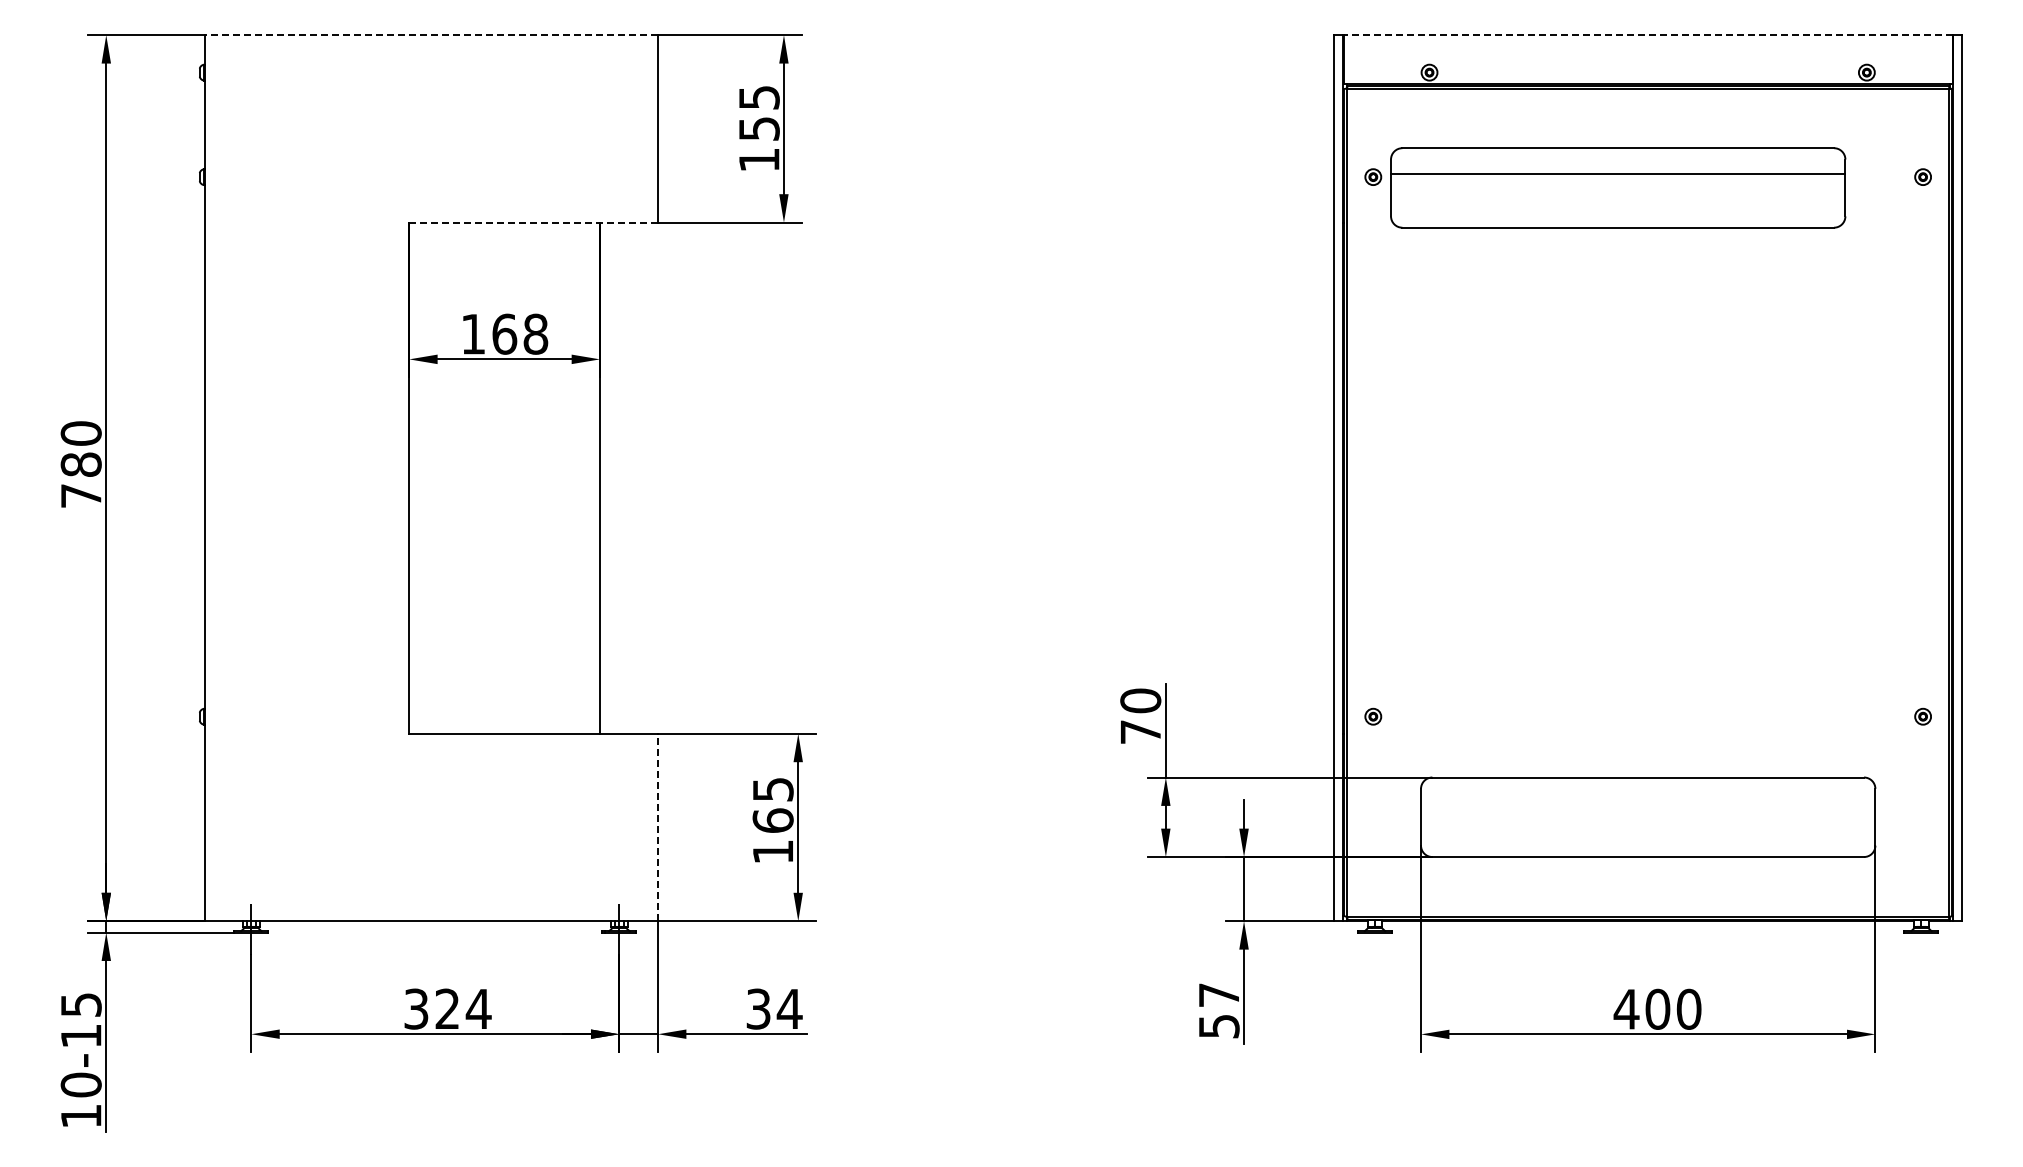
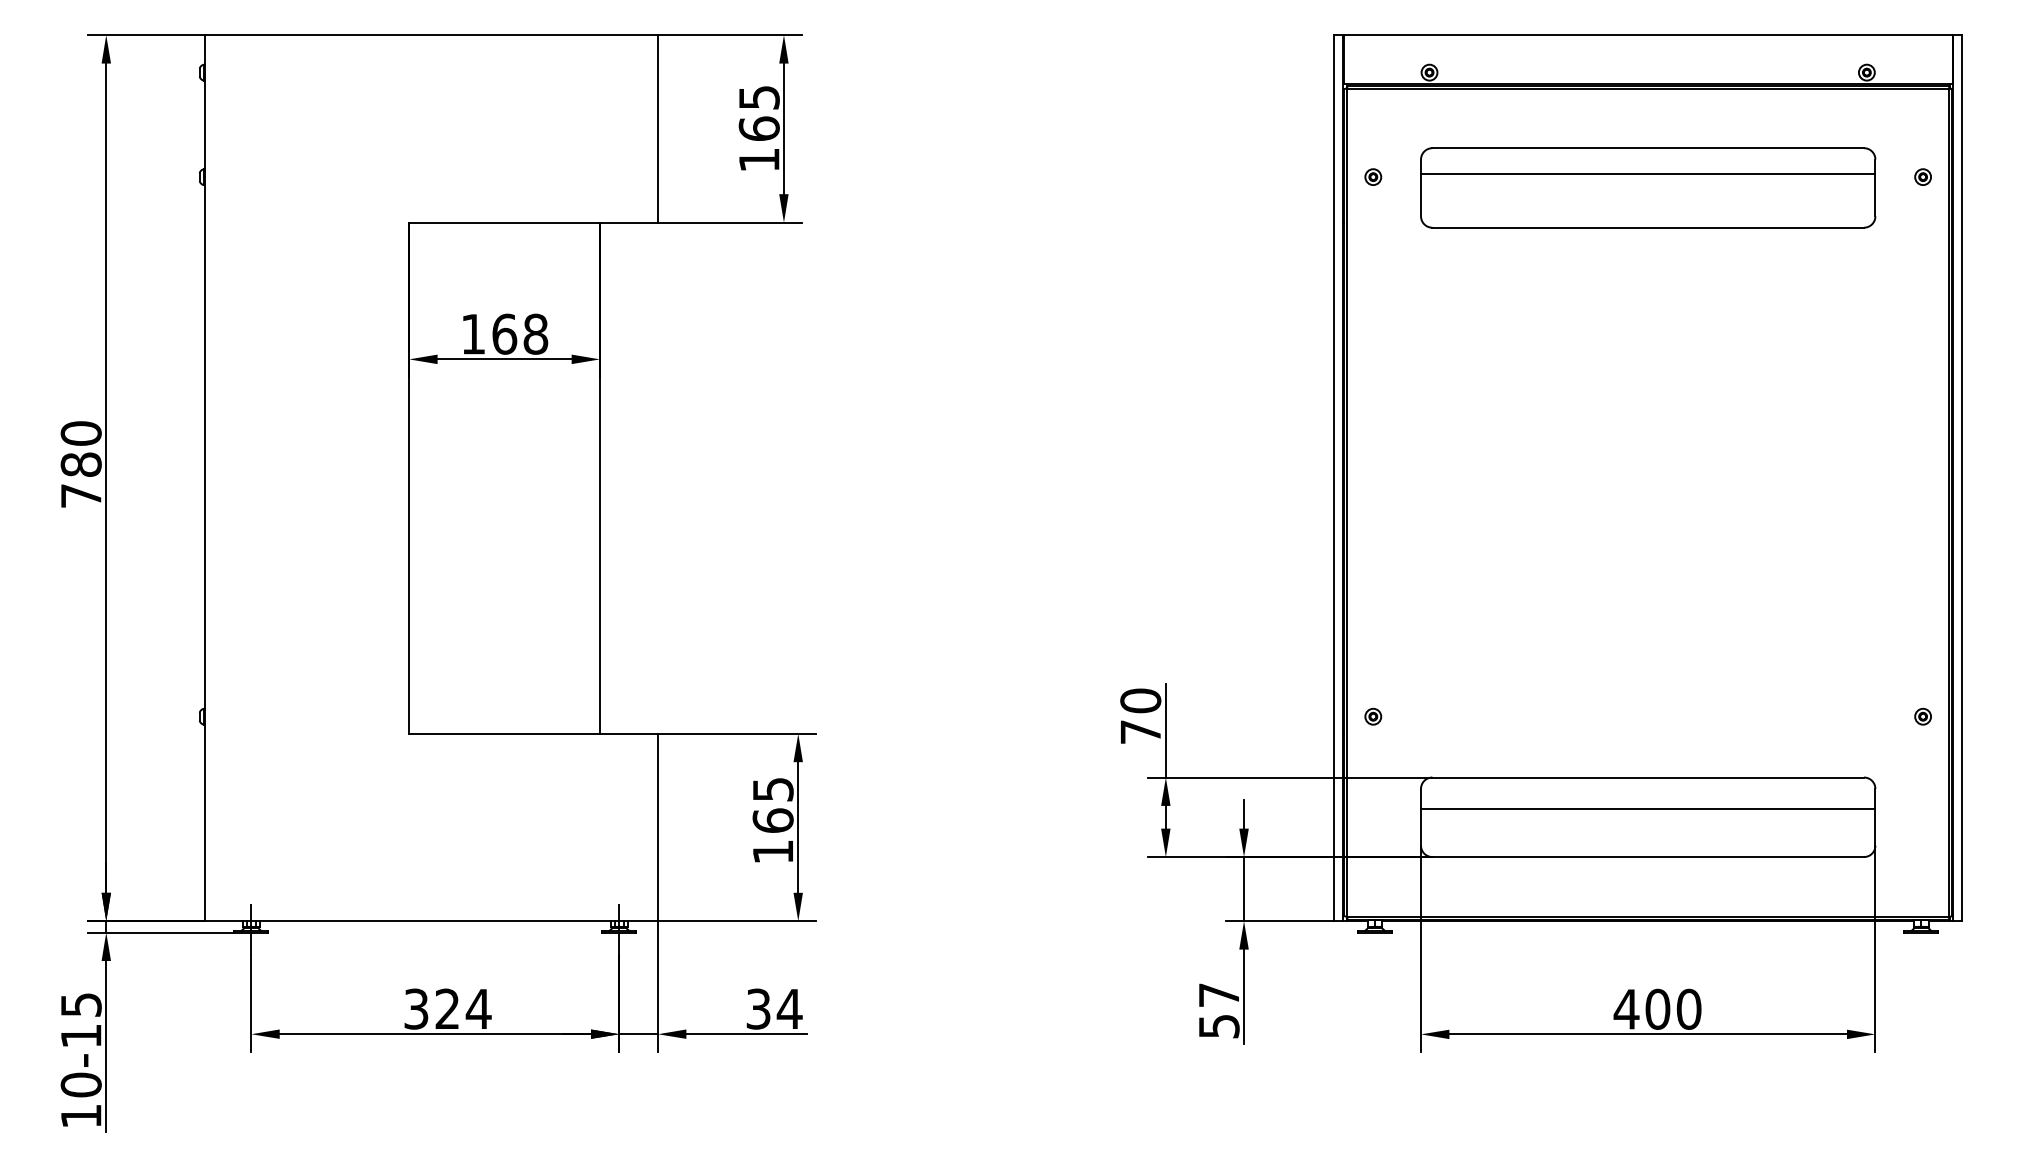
line at (431, 35): dashed -> solid
line at (1647, 35): dashed -> solid
text at (758, 128): 155 -> 165
part at (1618, 187) position: (1618, 187) -> (1648, 187)
line at (534, 222): dashed -> solid
line at (1648, 808): none -> present
line at (658, 827): dashed -> solid
